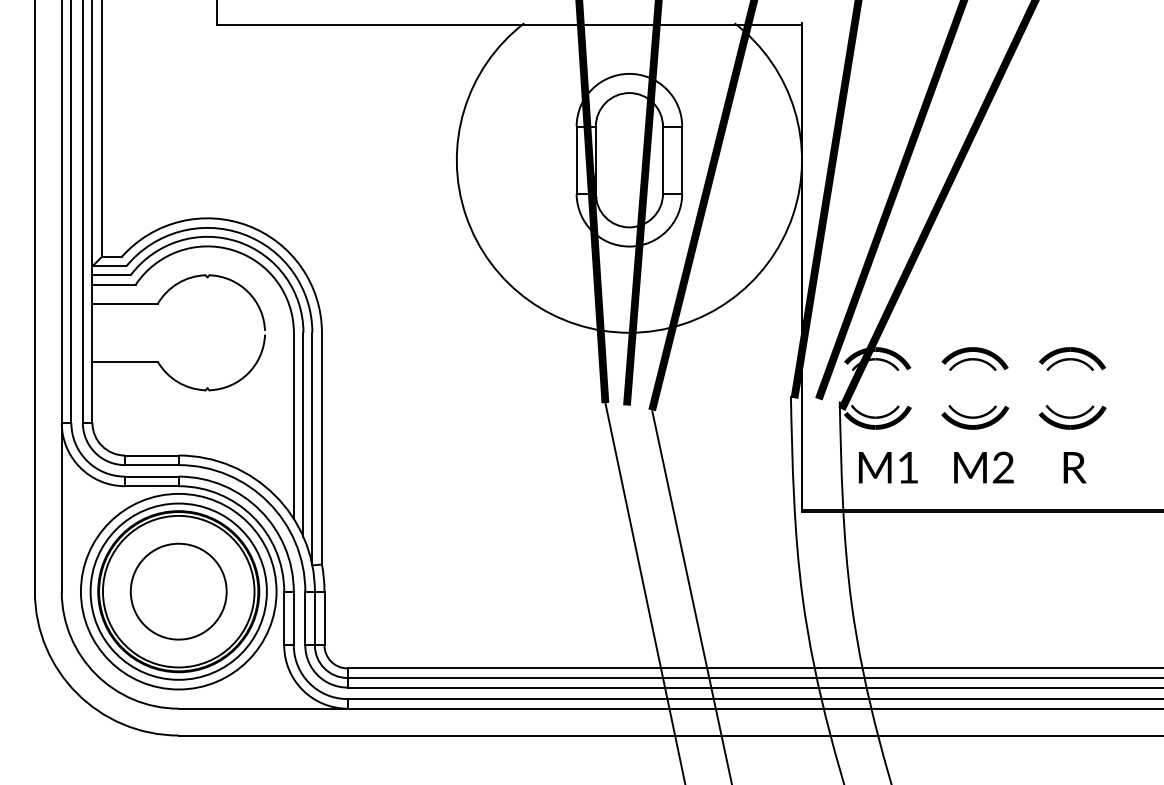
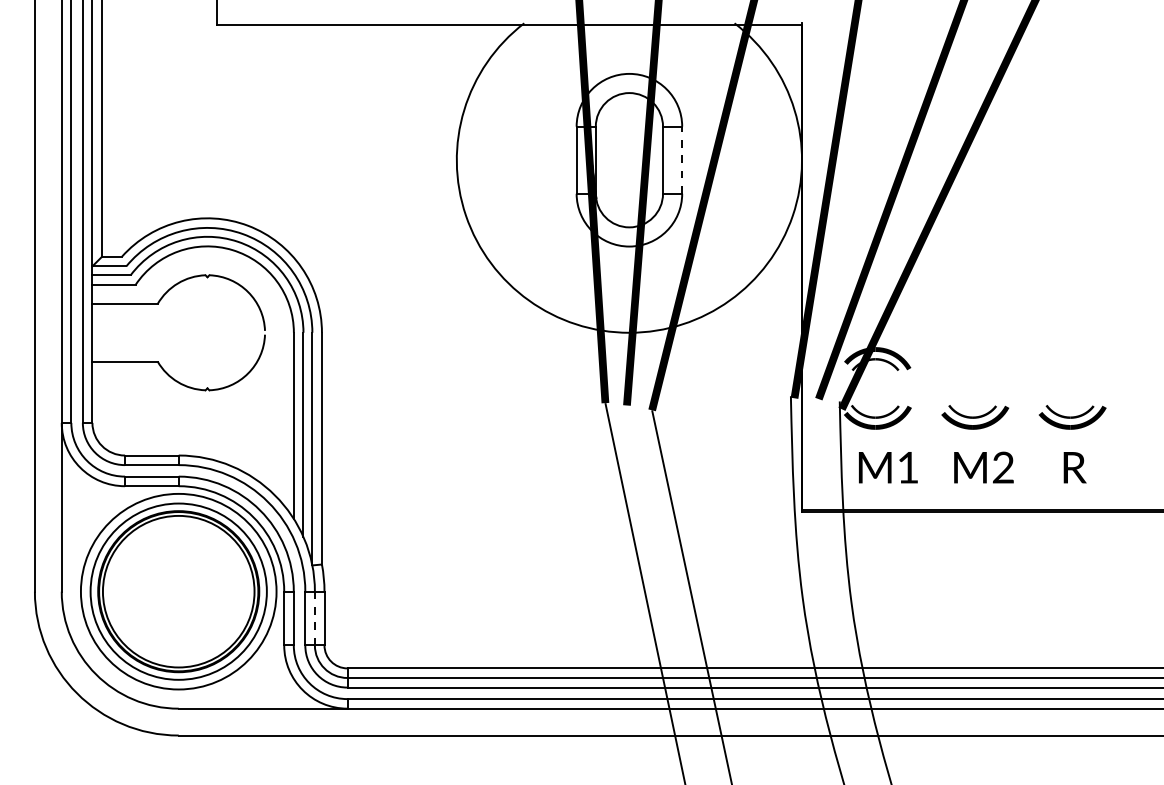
line at (682, 160): solid -> dashed
part at (974, 358): present -> none
part at (1072, 358): present -> none
circle at (178, 591): present -> none
line at (314, 618): solid -> dashed
